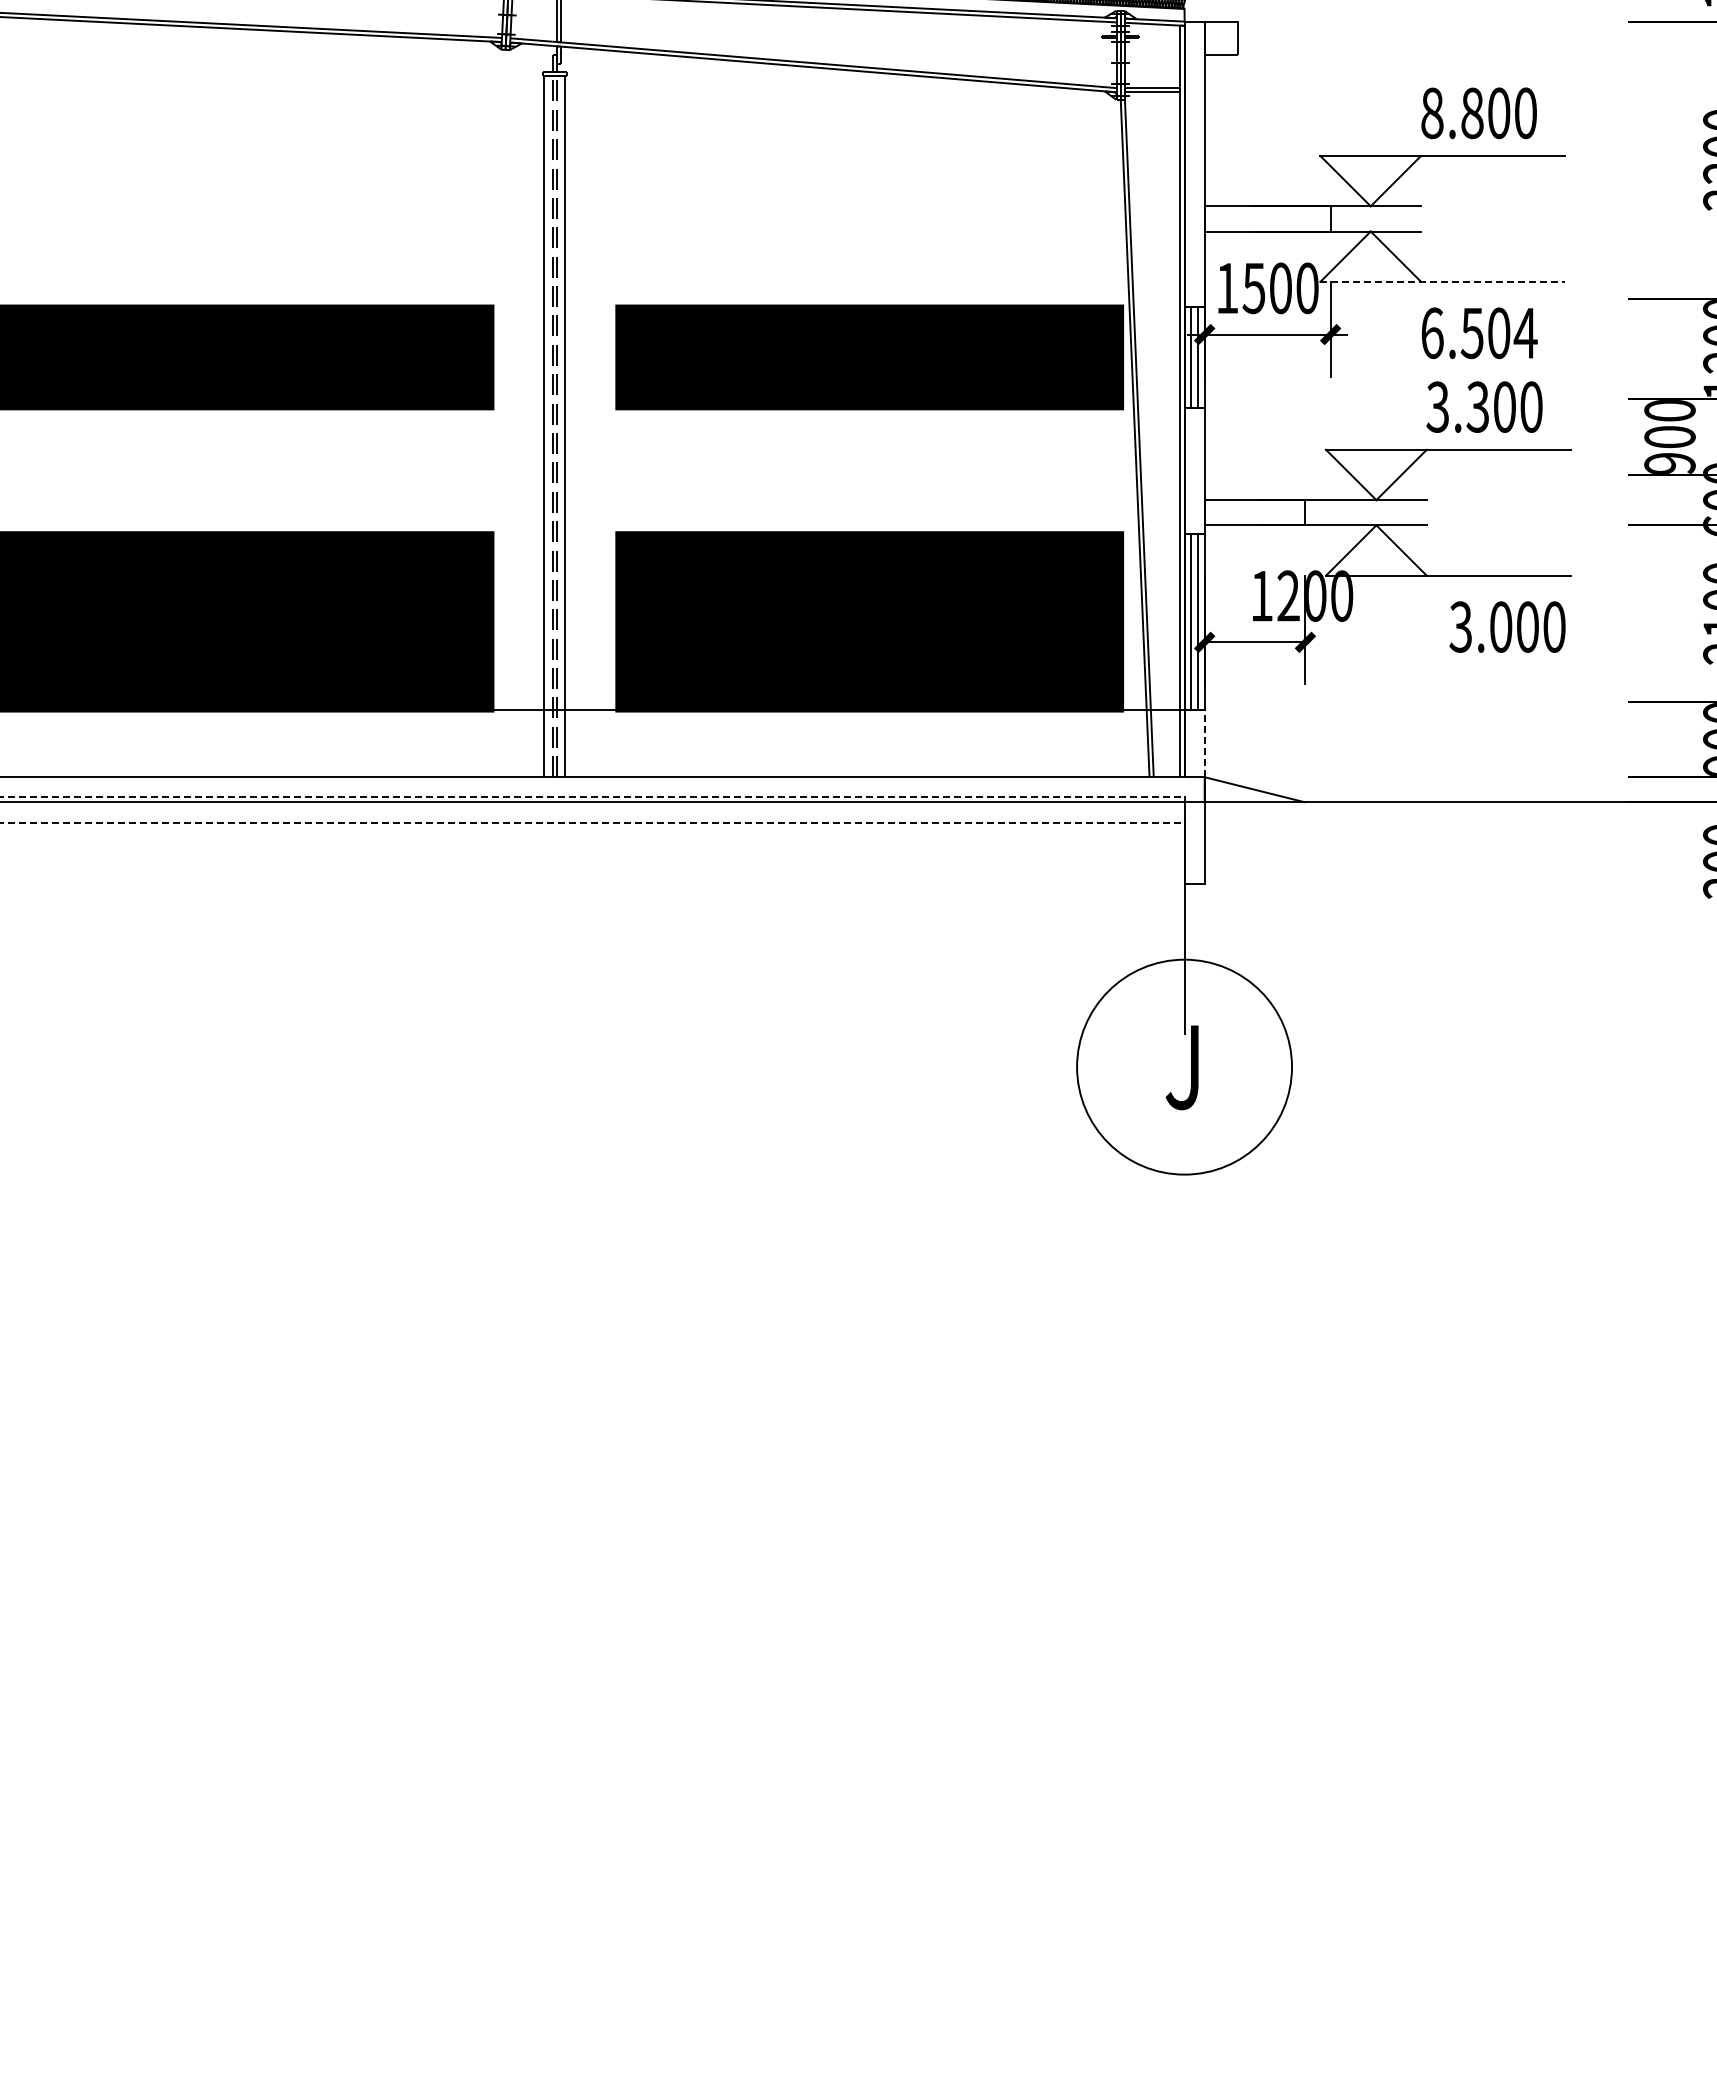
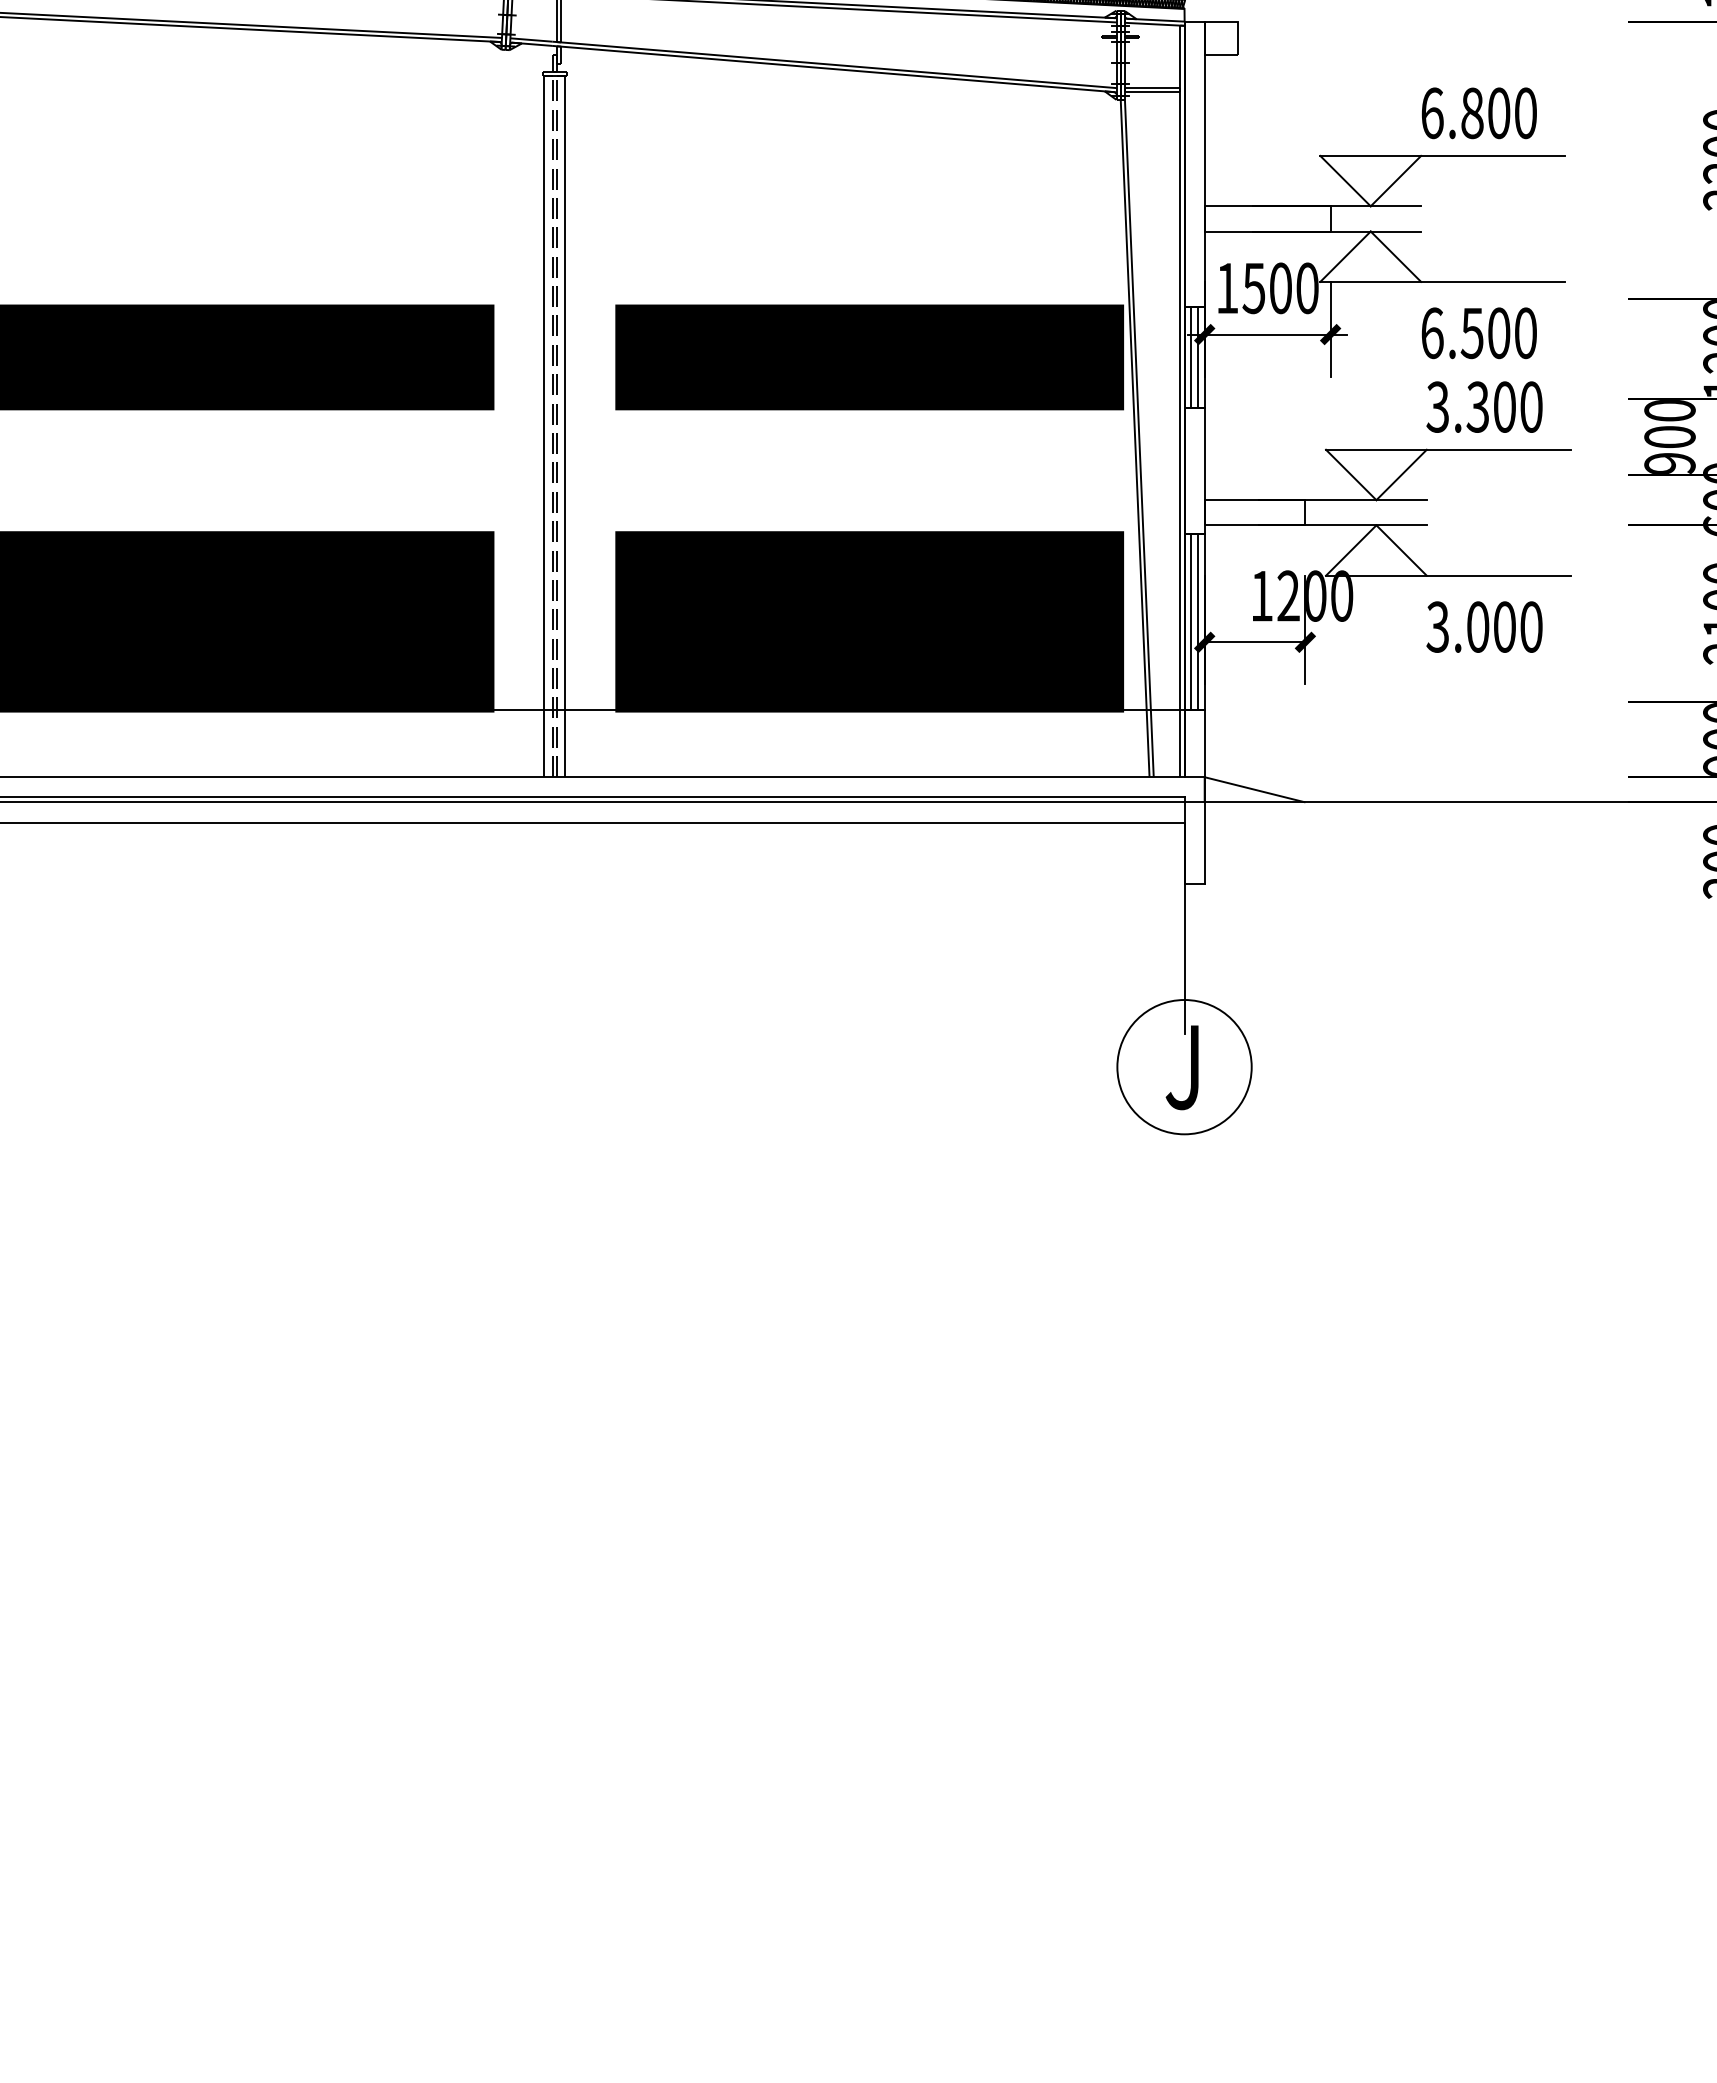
text at (1432, 113): 8.800 -> 6.800
line at (1443, 281): dashed -> solid
text at (1525, 333): 6.504 -> 6.500
text at (1507, 626) position: (1507, 626) -> (1484, 626)
line at (1204, 743): dashed -> solid
line at (592, 797): dashed -> solid
line at (592, 822): dashed -> solid
circle at (1184, 1066) diameter: 215 px -> 134 px
